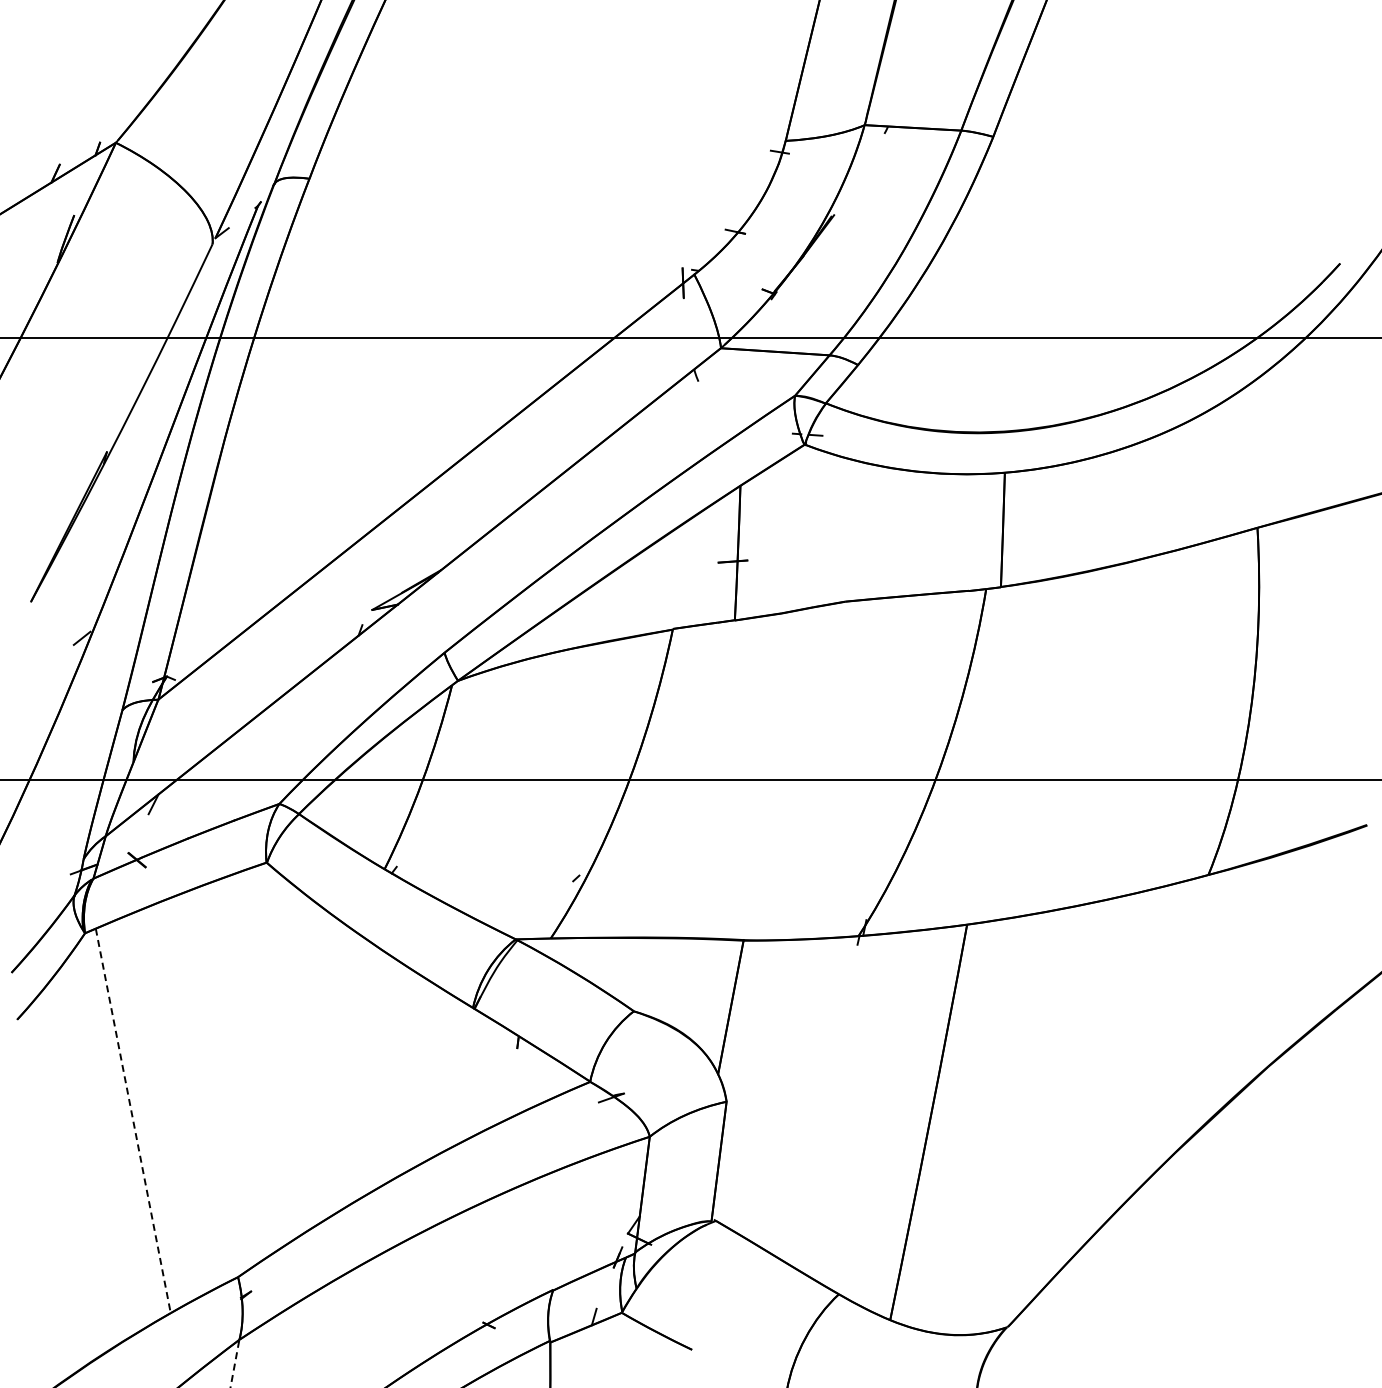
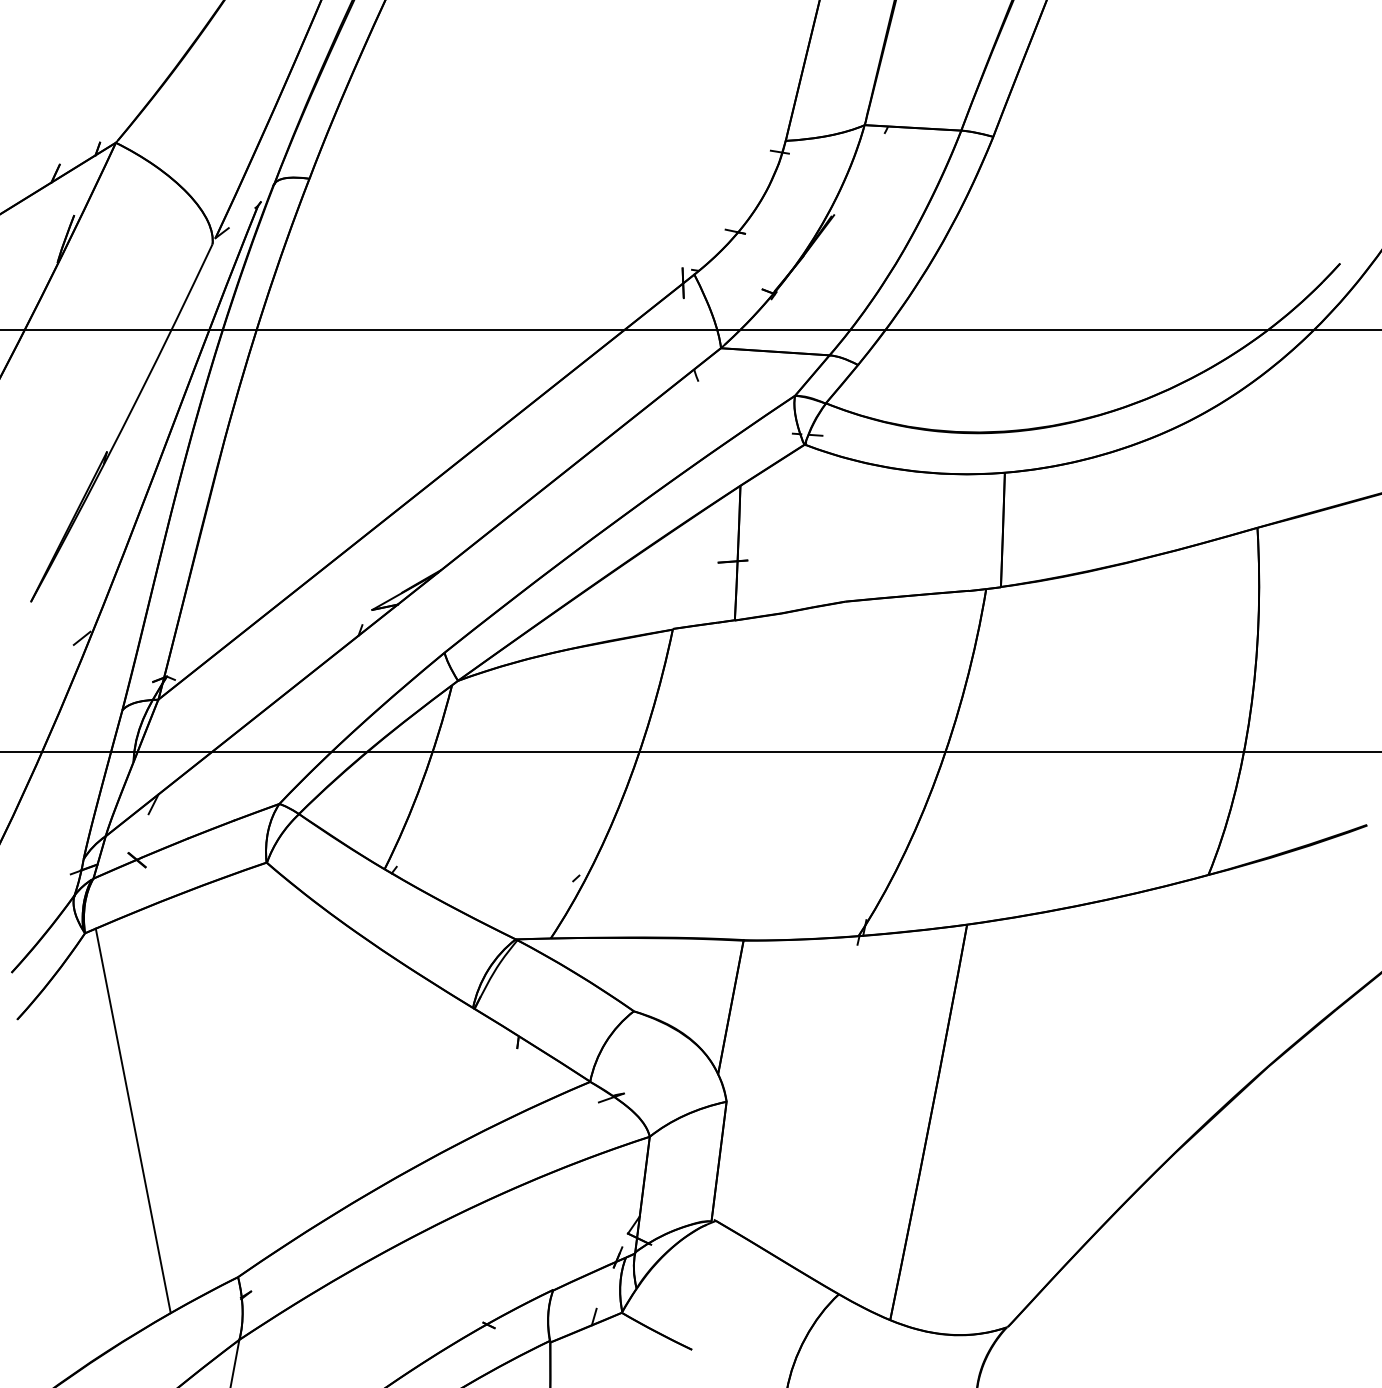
line at (690, 337) position: (690, 337) -> (690, 329)
line at (690, 779) position: (690, 779) -> (690, 751)
line at (133, 1120): dashed -> solid
line at (235, 1363): dashed -> solid
